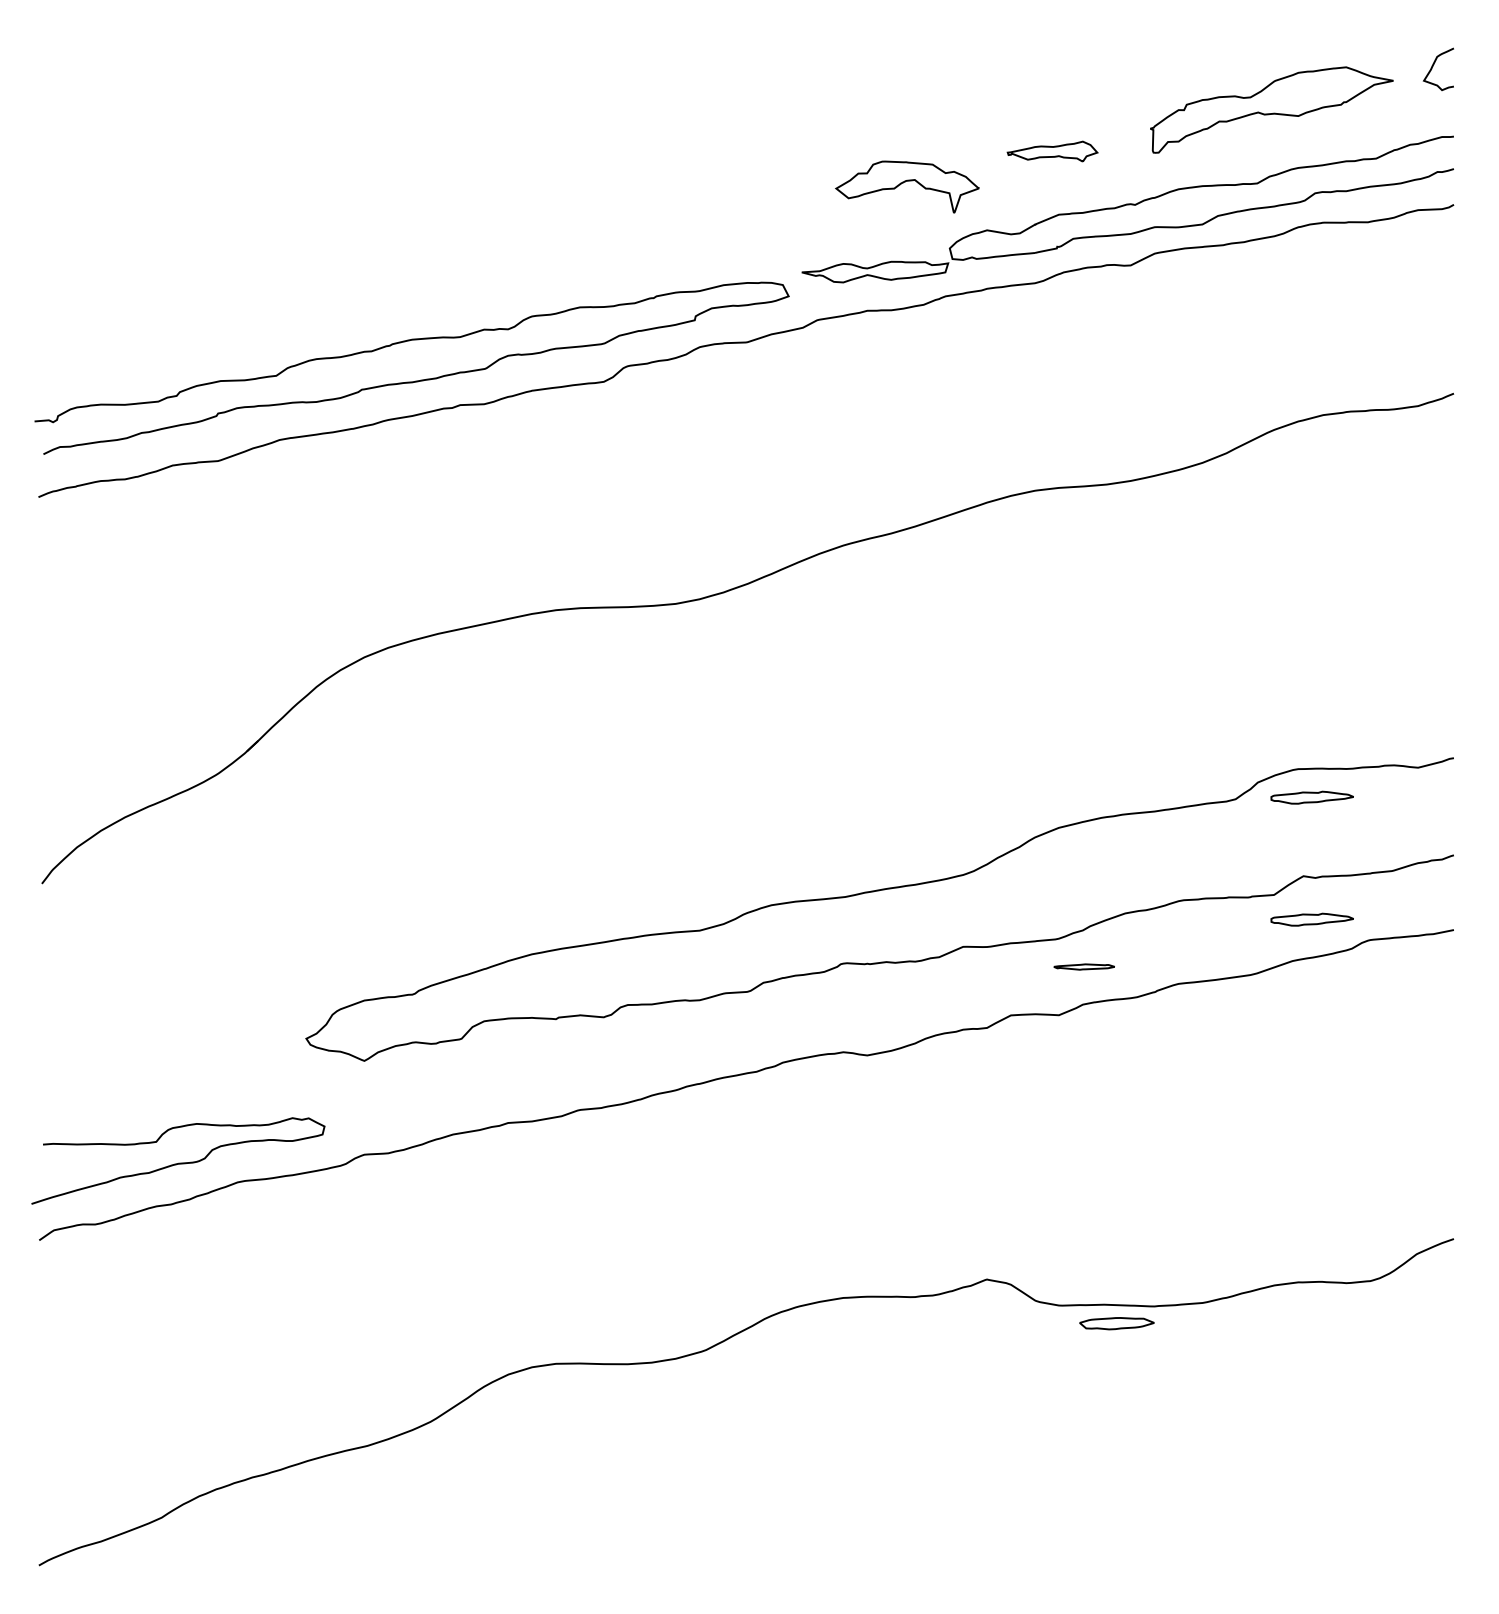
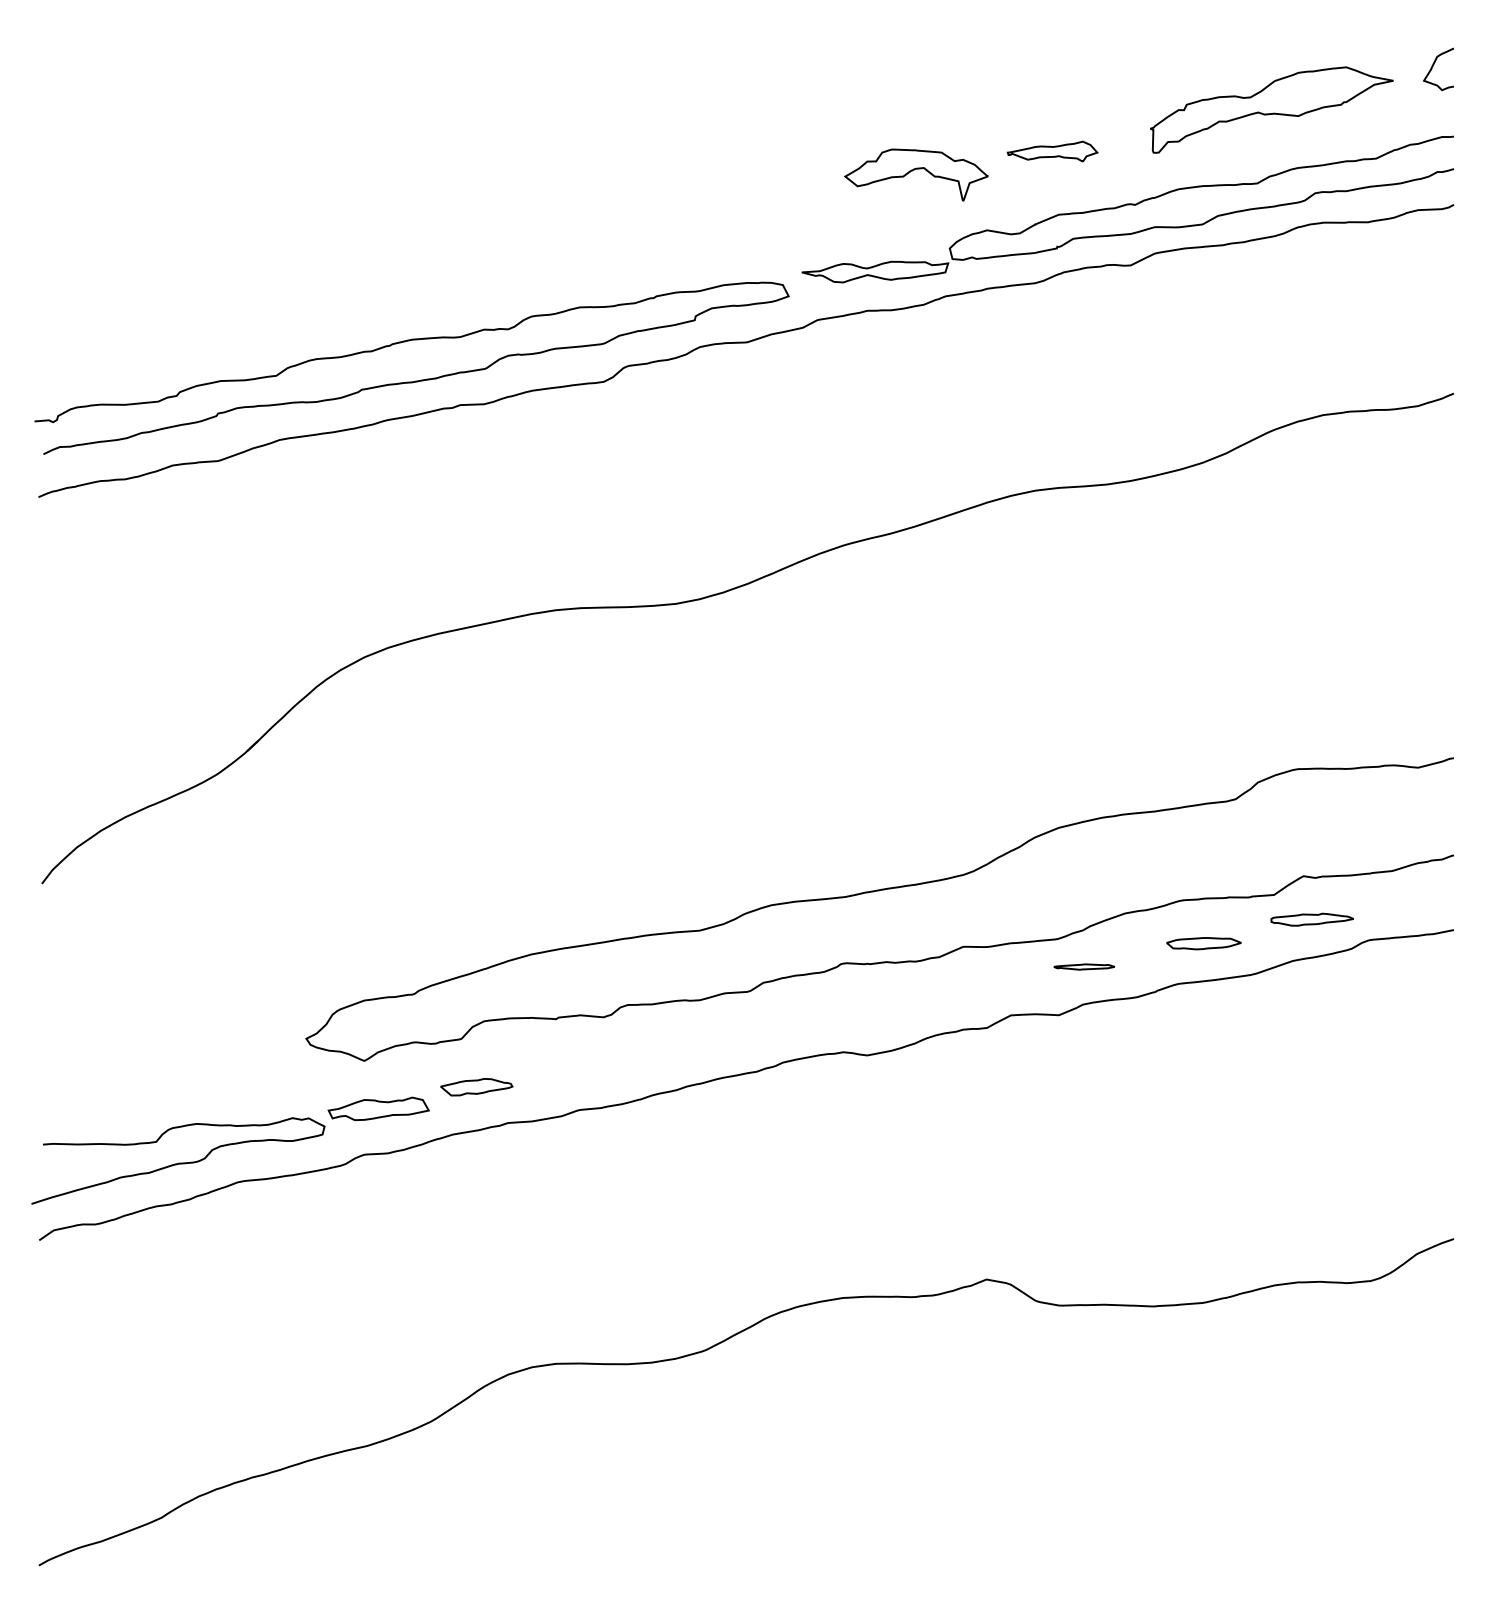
part at (907, 186) position: (907, 186) -> (916, 174)
part at (1311, 797): present -> none
part at (476, 1087): none -> present
part at (378, 1108): none -> present
part at (1116, 1323) position: (1116, 1323) -> (1203, 943)
